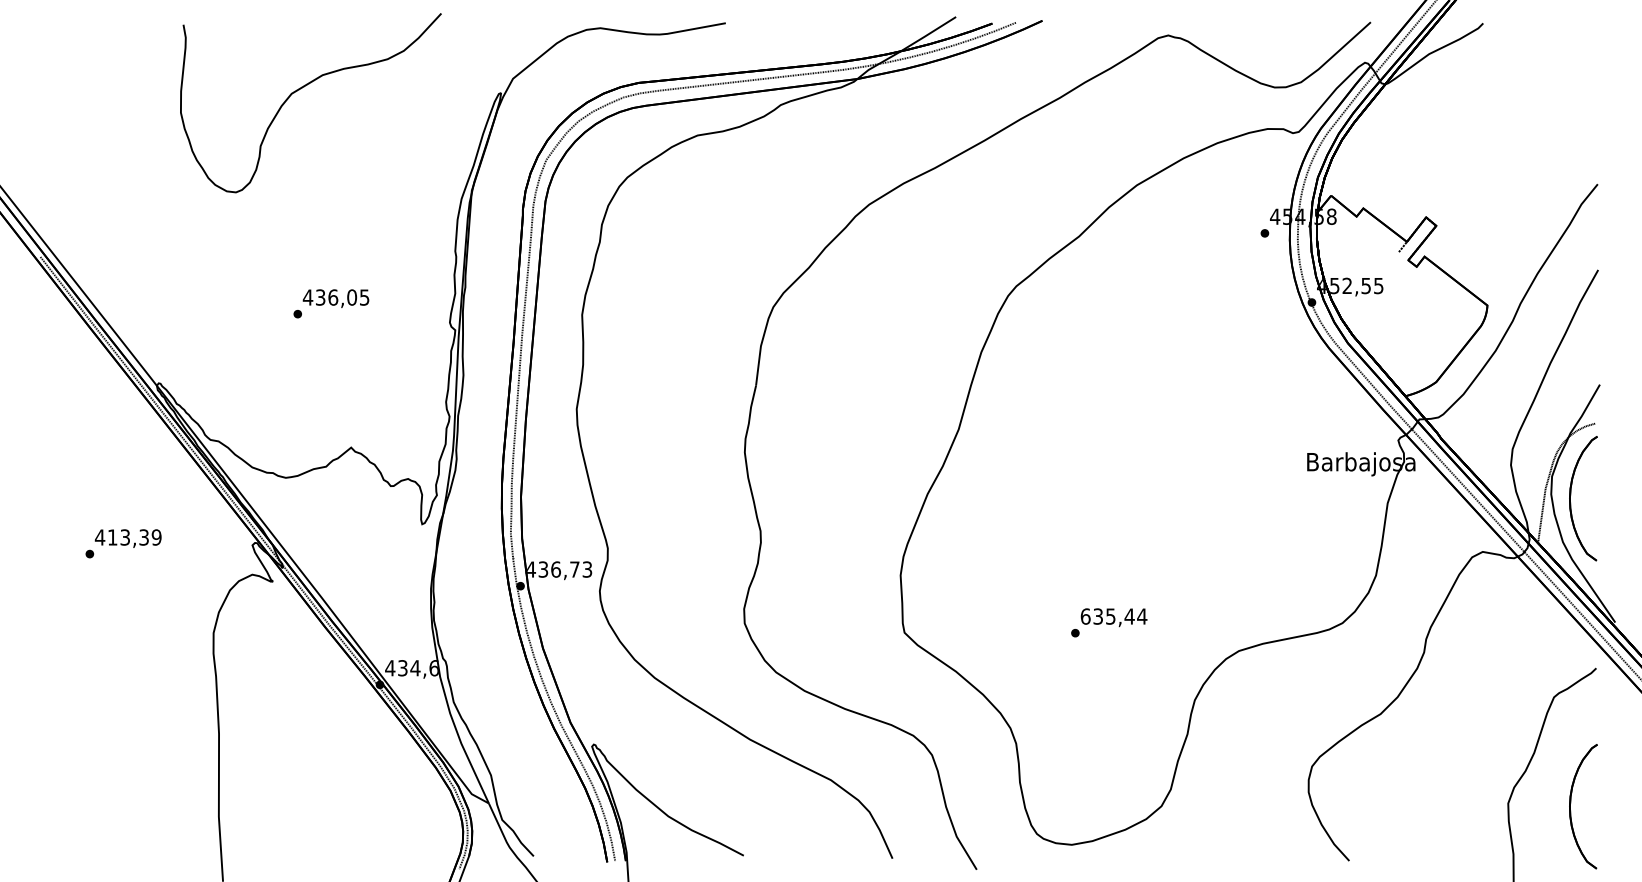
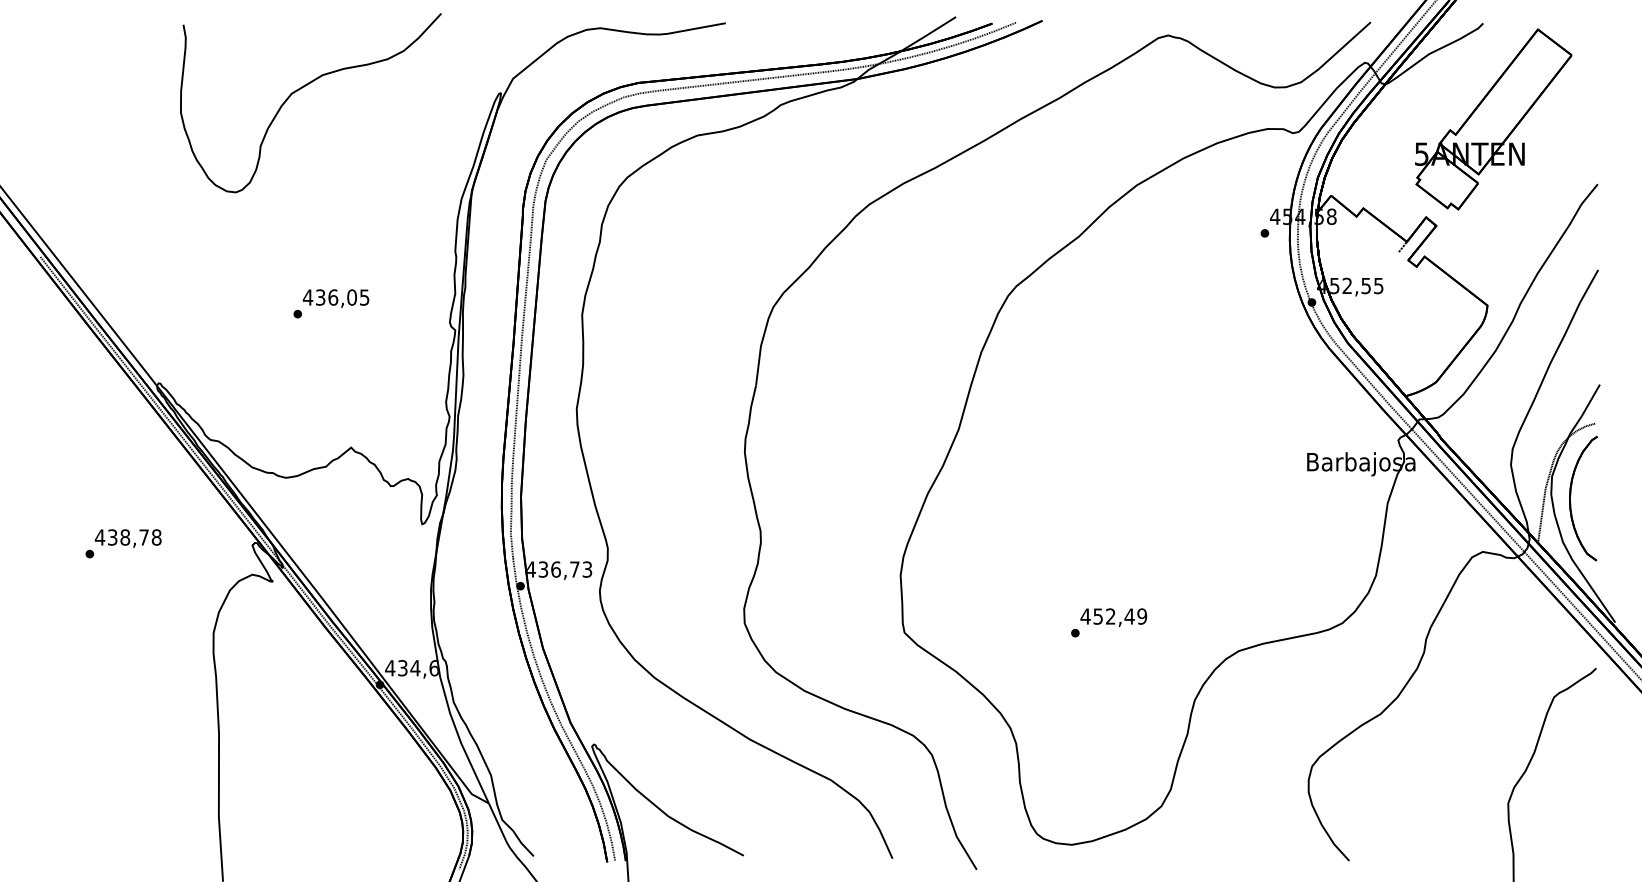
part at (1493, 119): none -> present
text at (134, 537): 413,39 -> 438,78
text at (1113, 616): 635,44 -> 452,49
part at (1571, 803): present -> none
